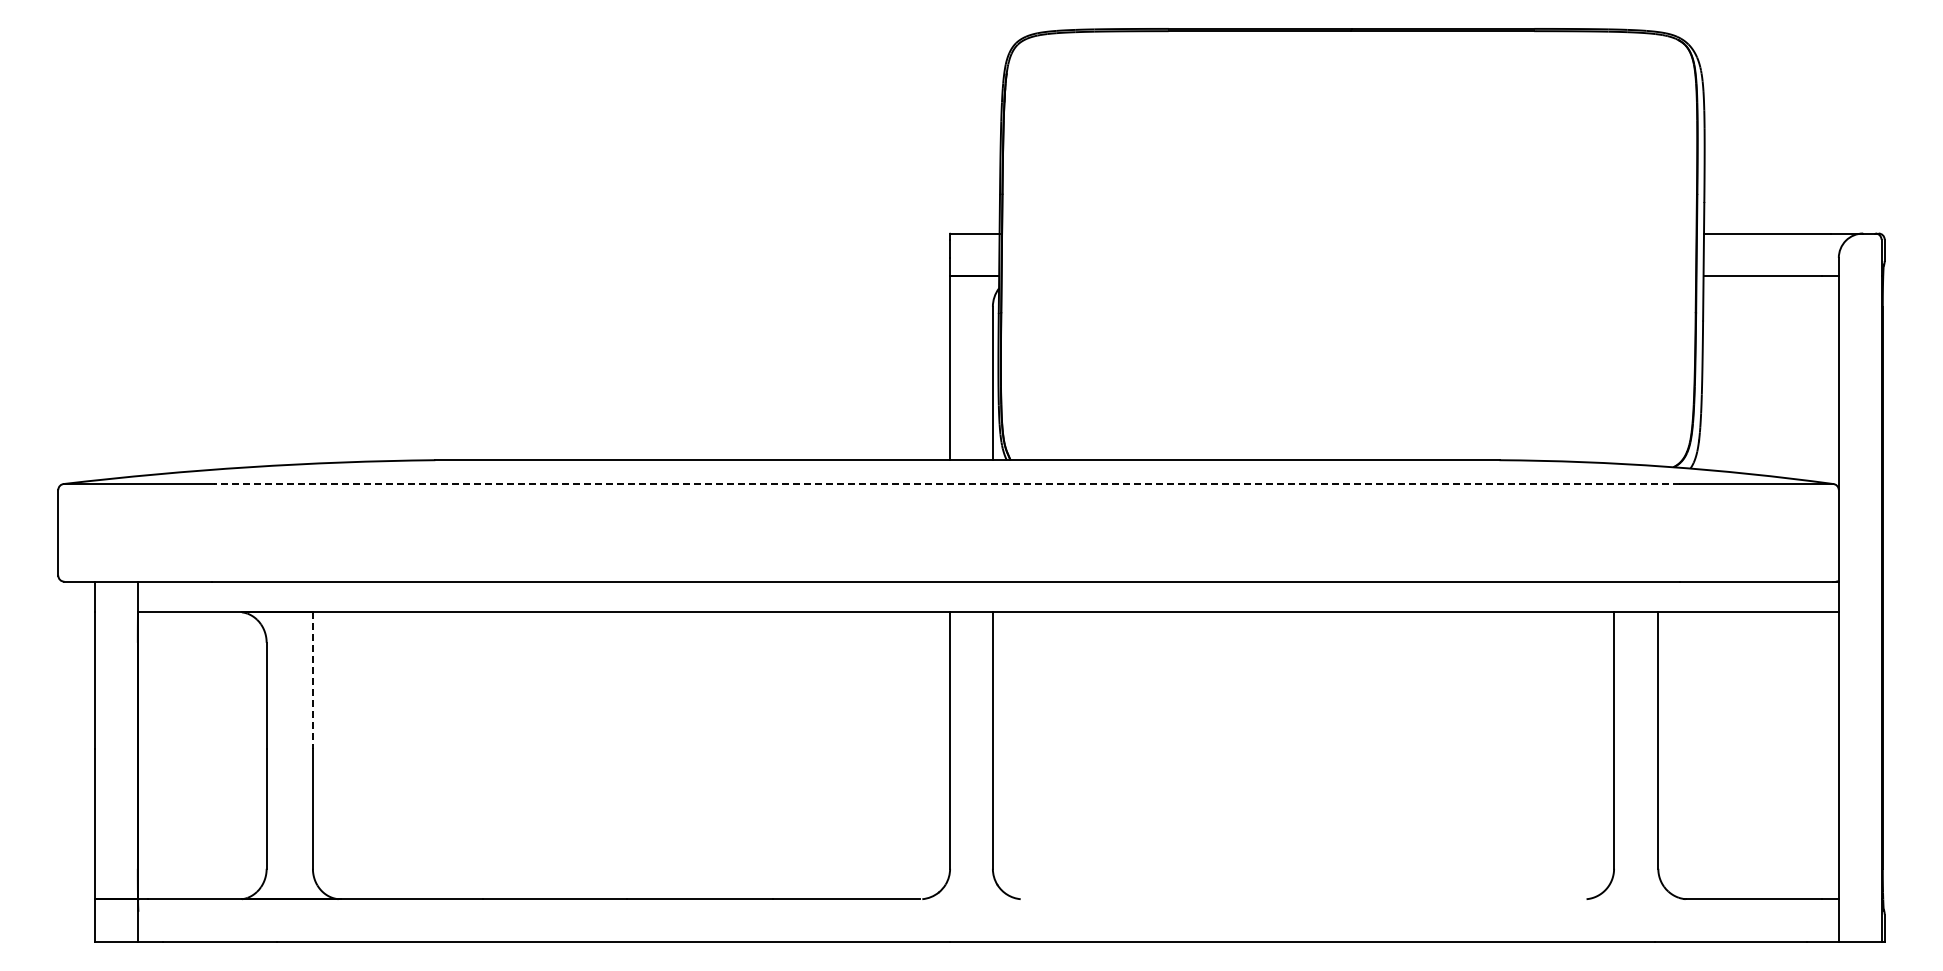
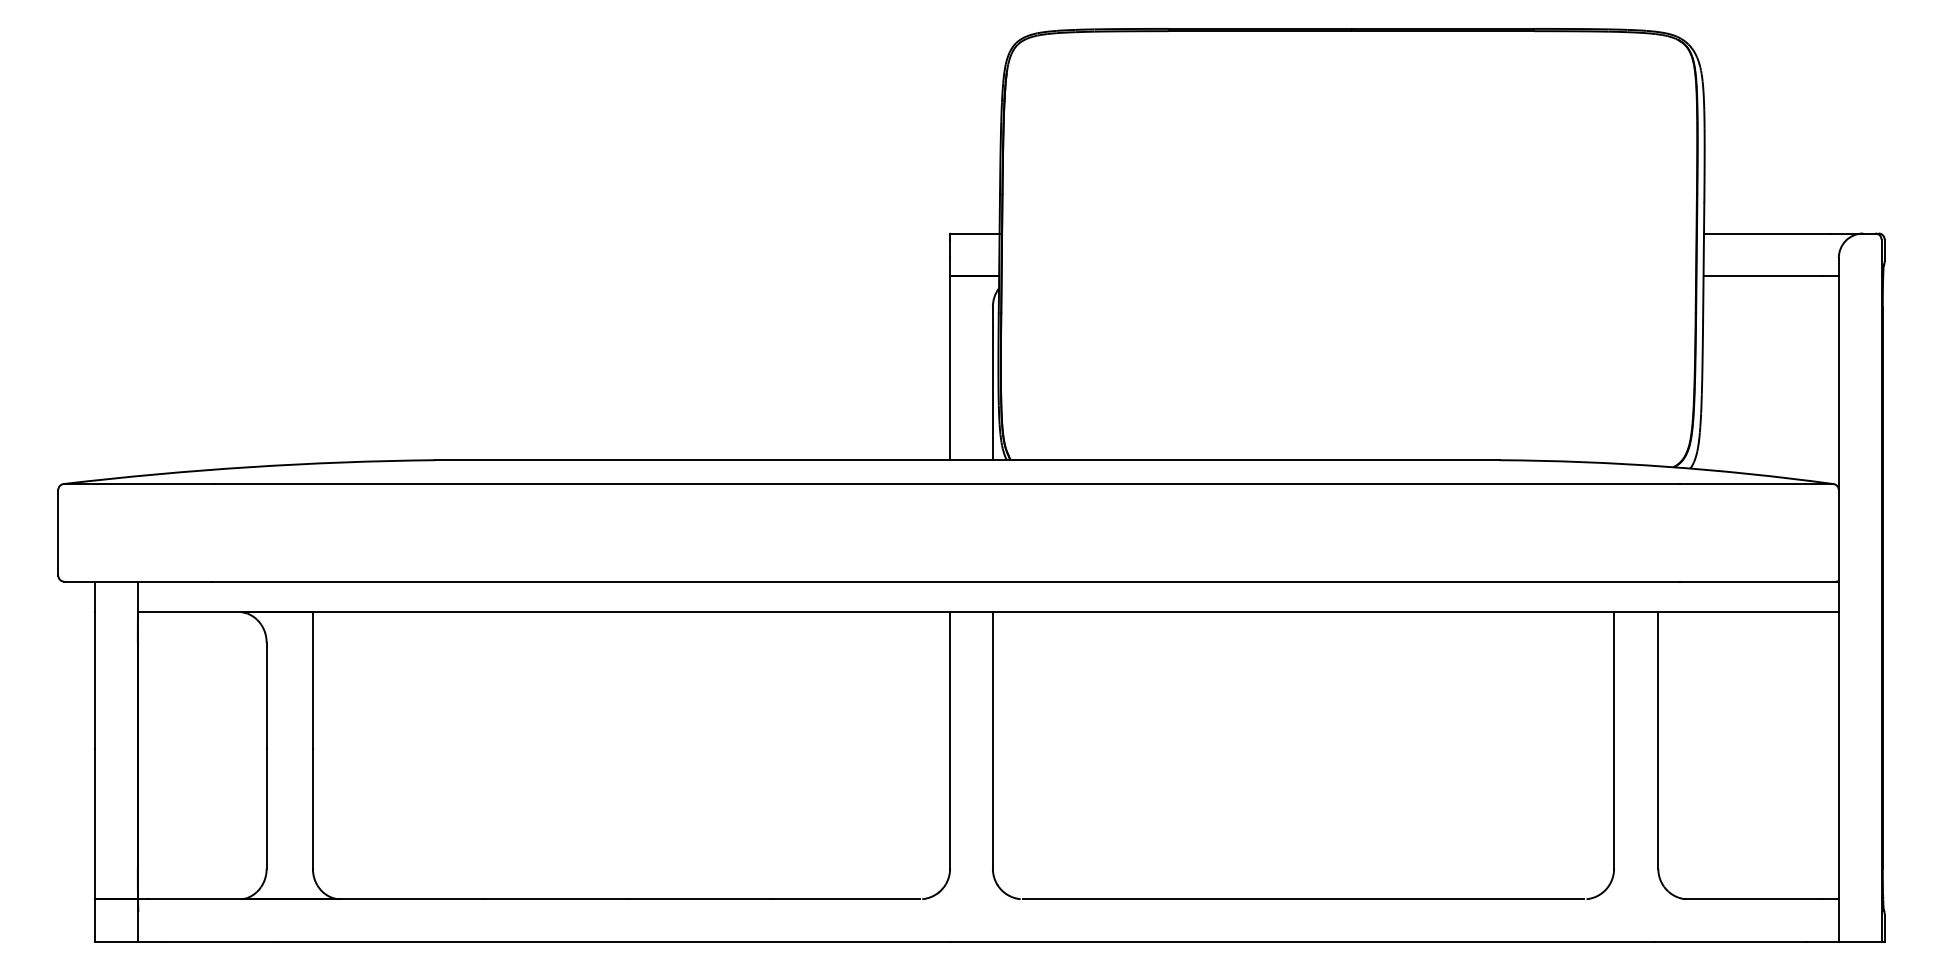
line at (946, 483): dashed -> solid
line at (312, 681): dashed -> solid
line at (1303, 899): none -> present
